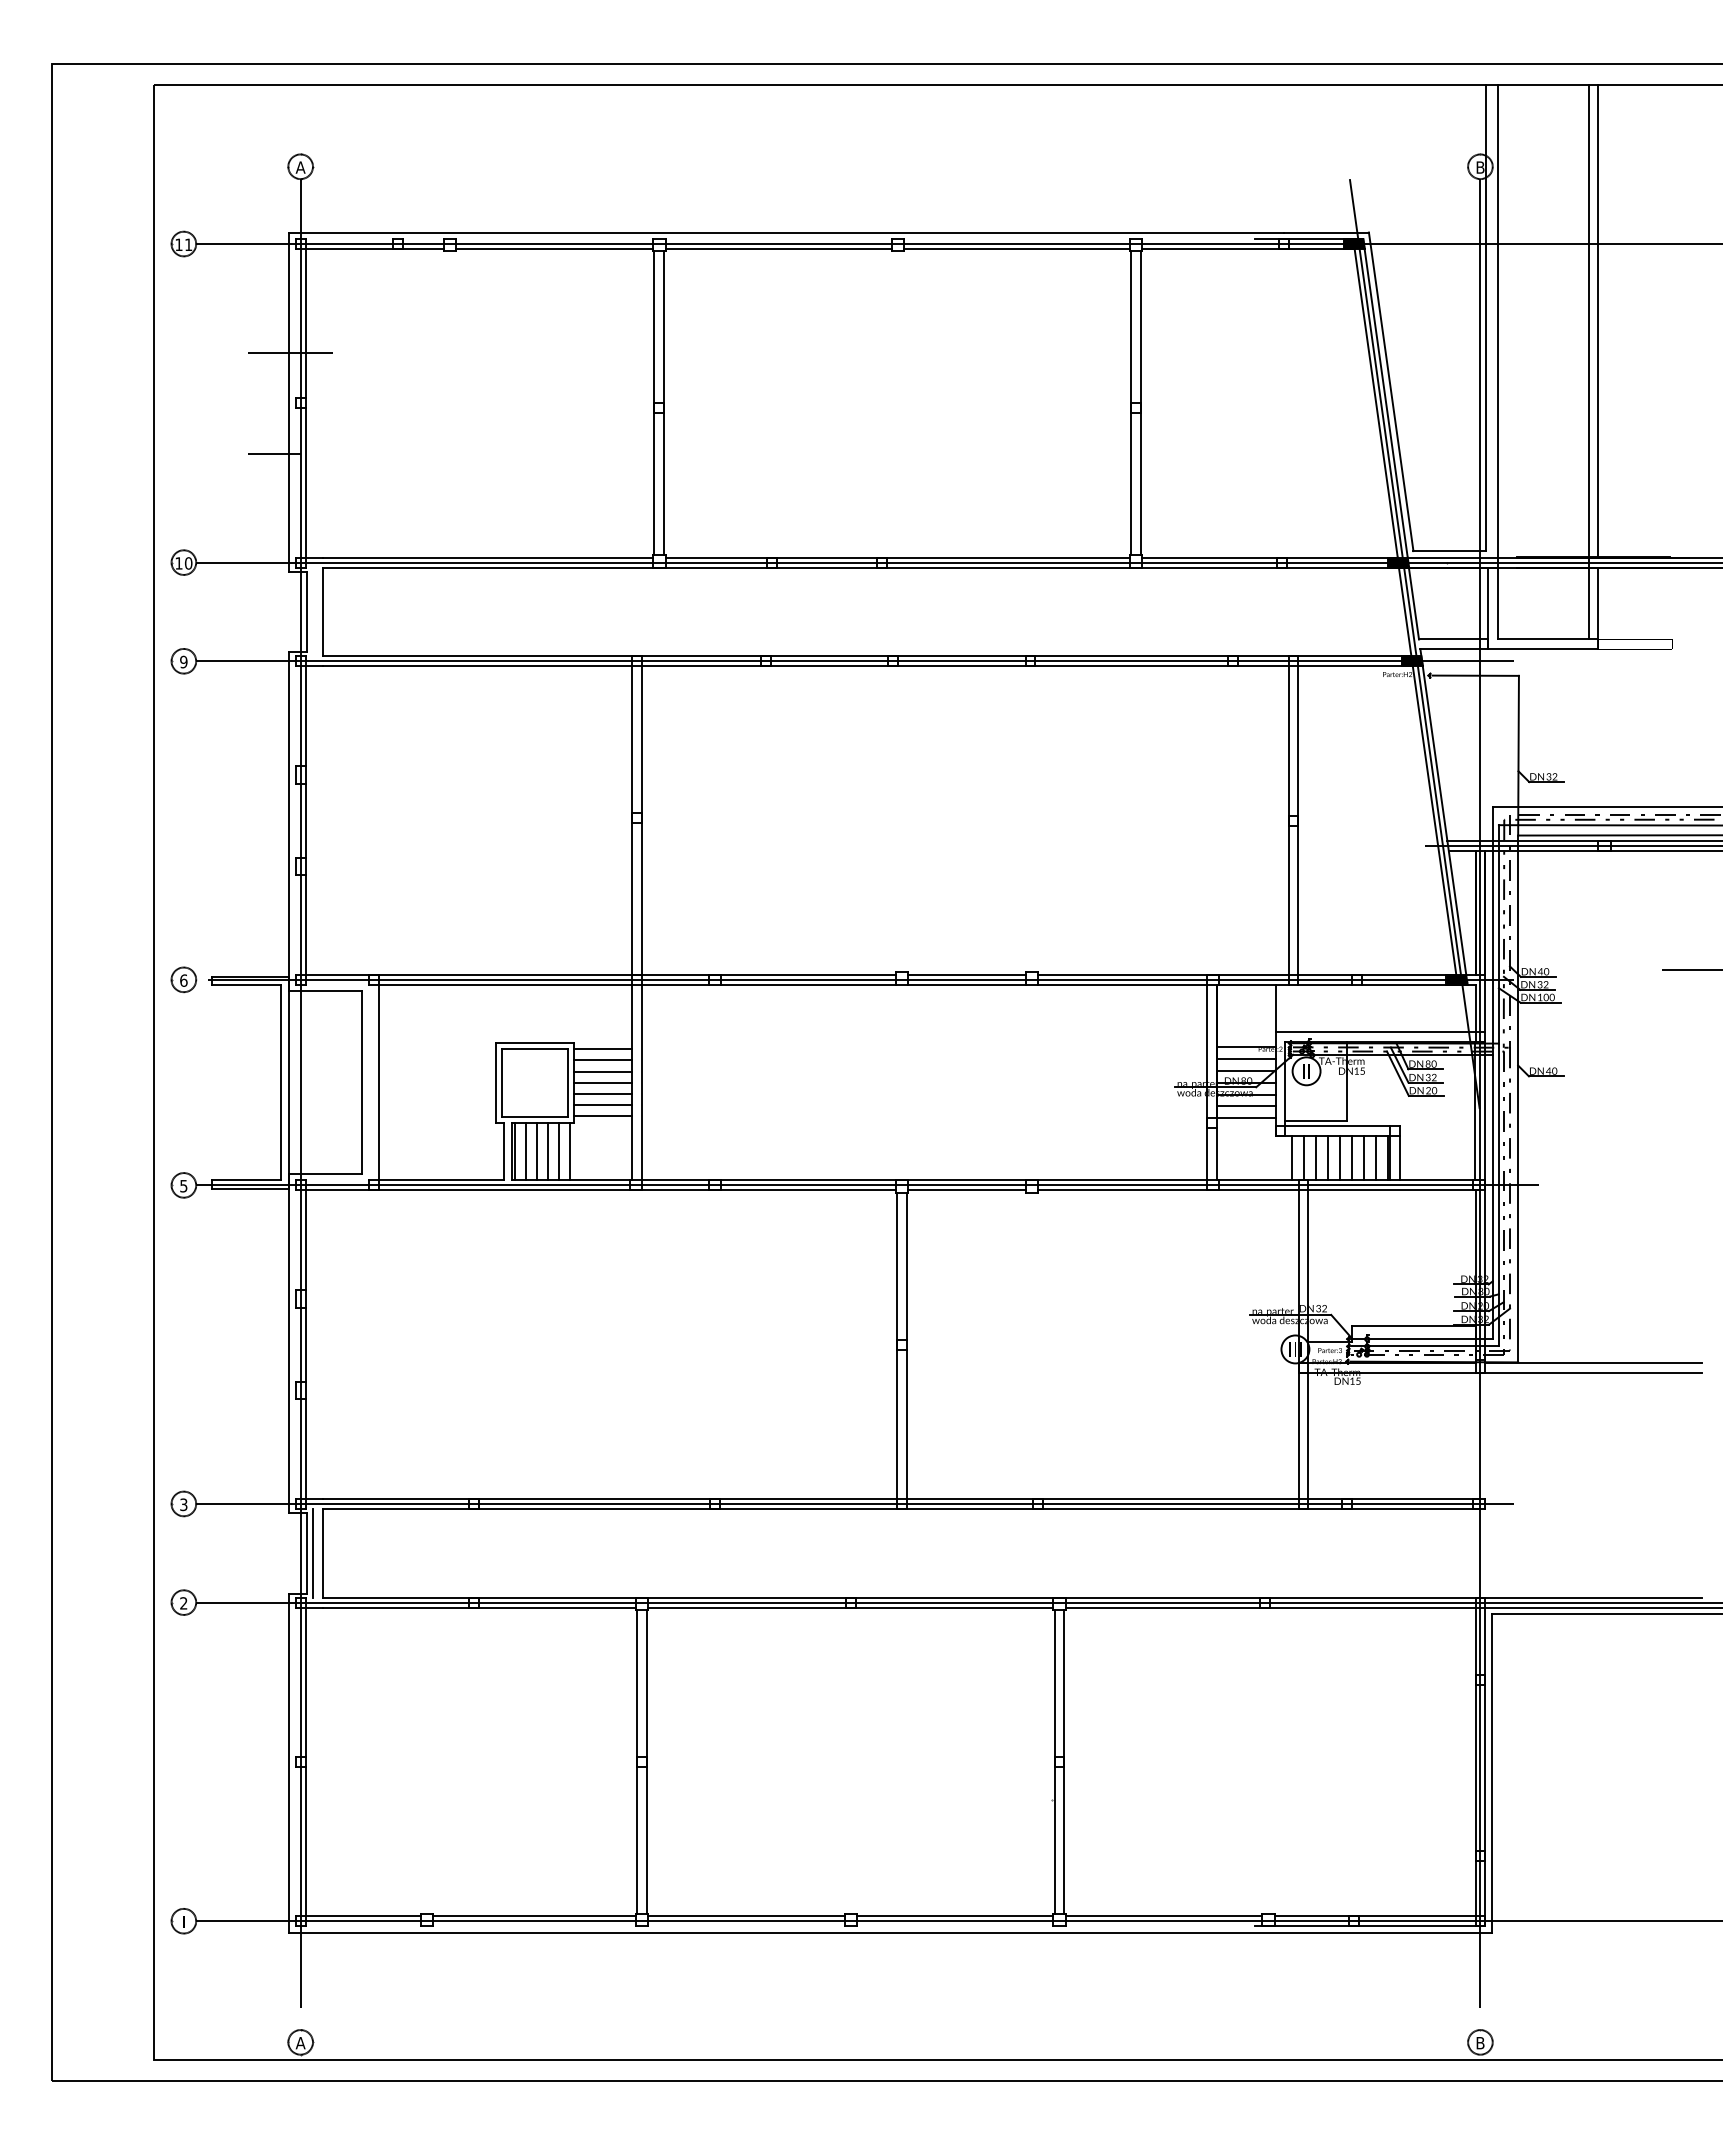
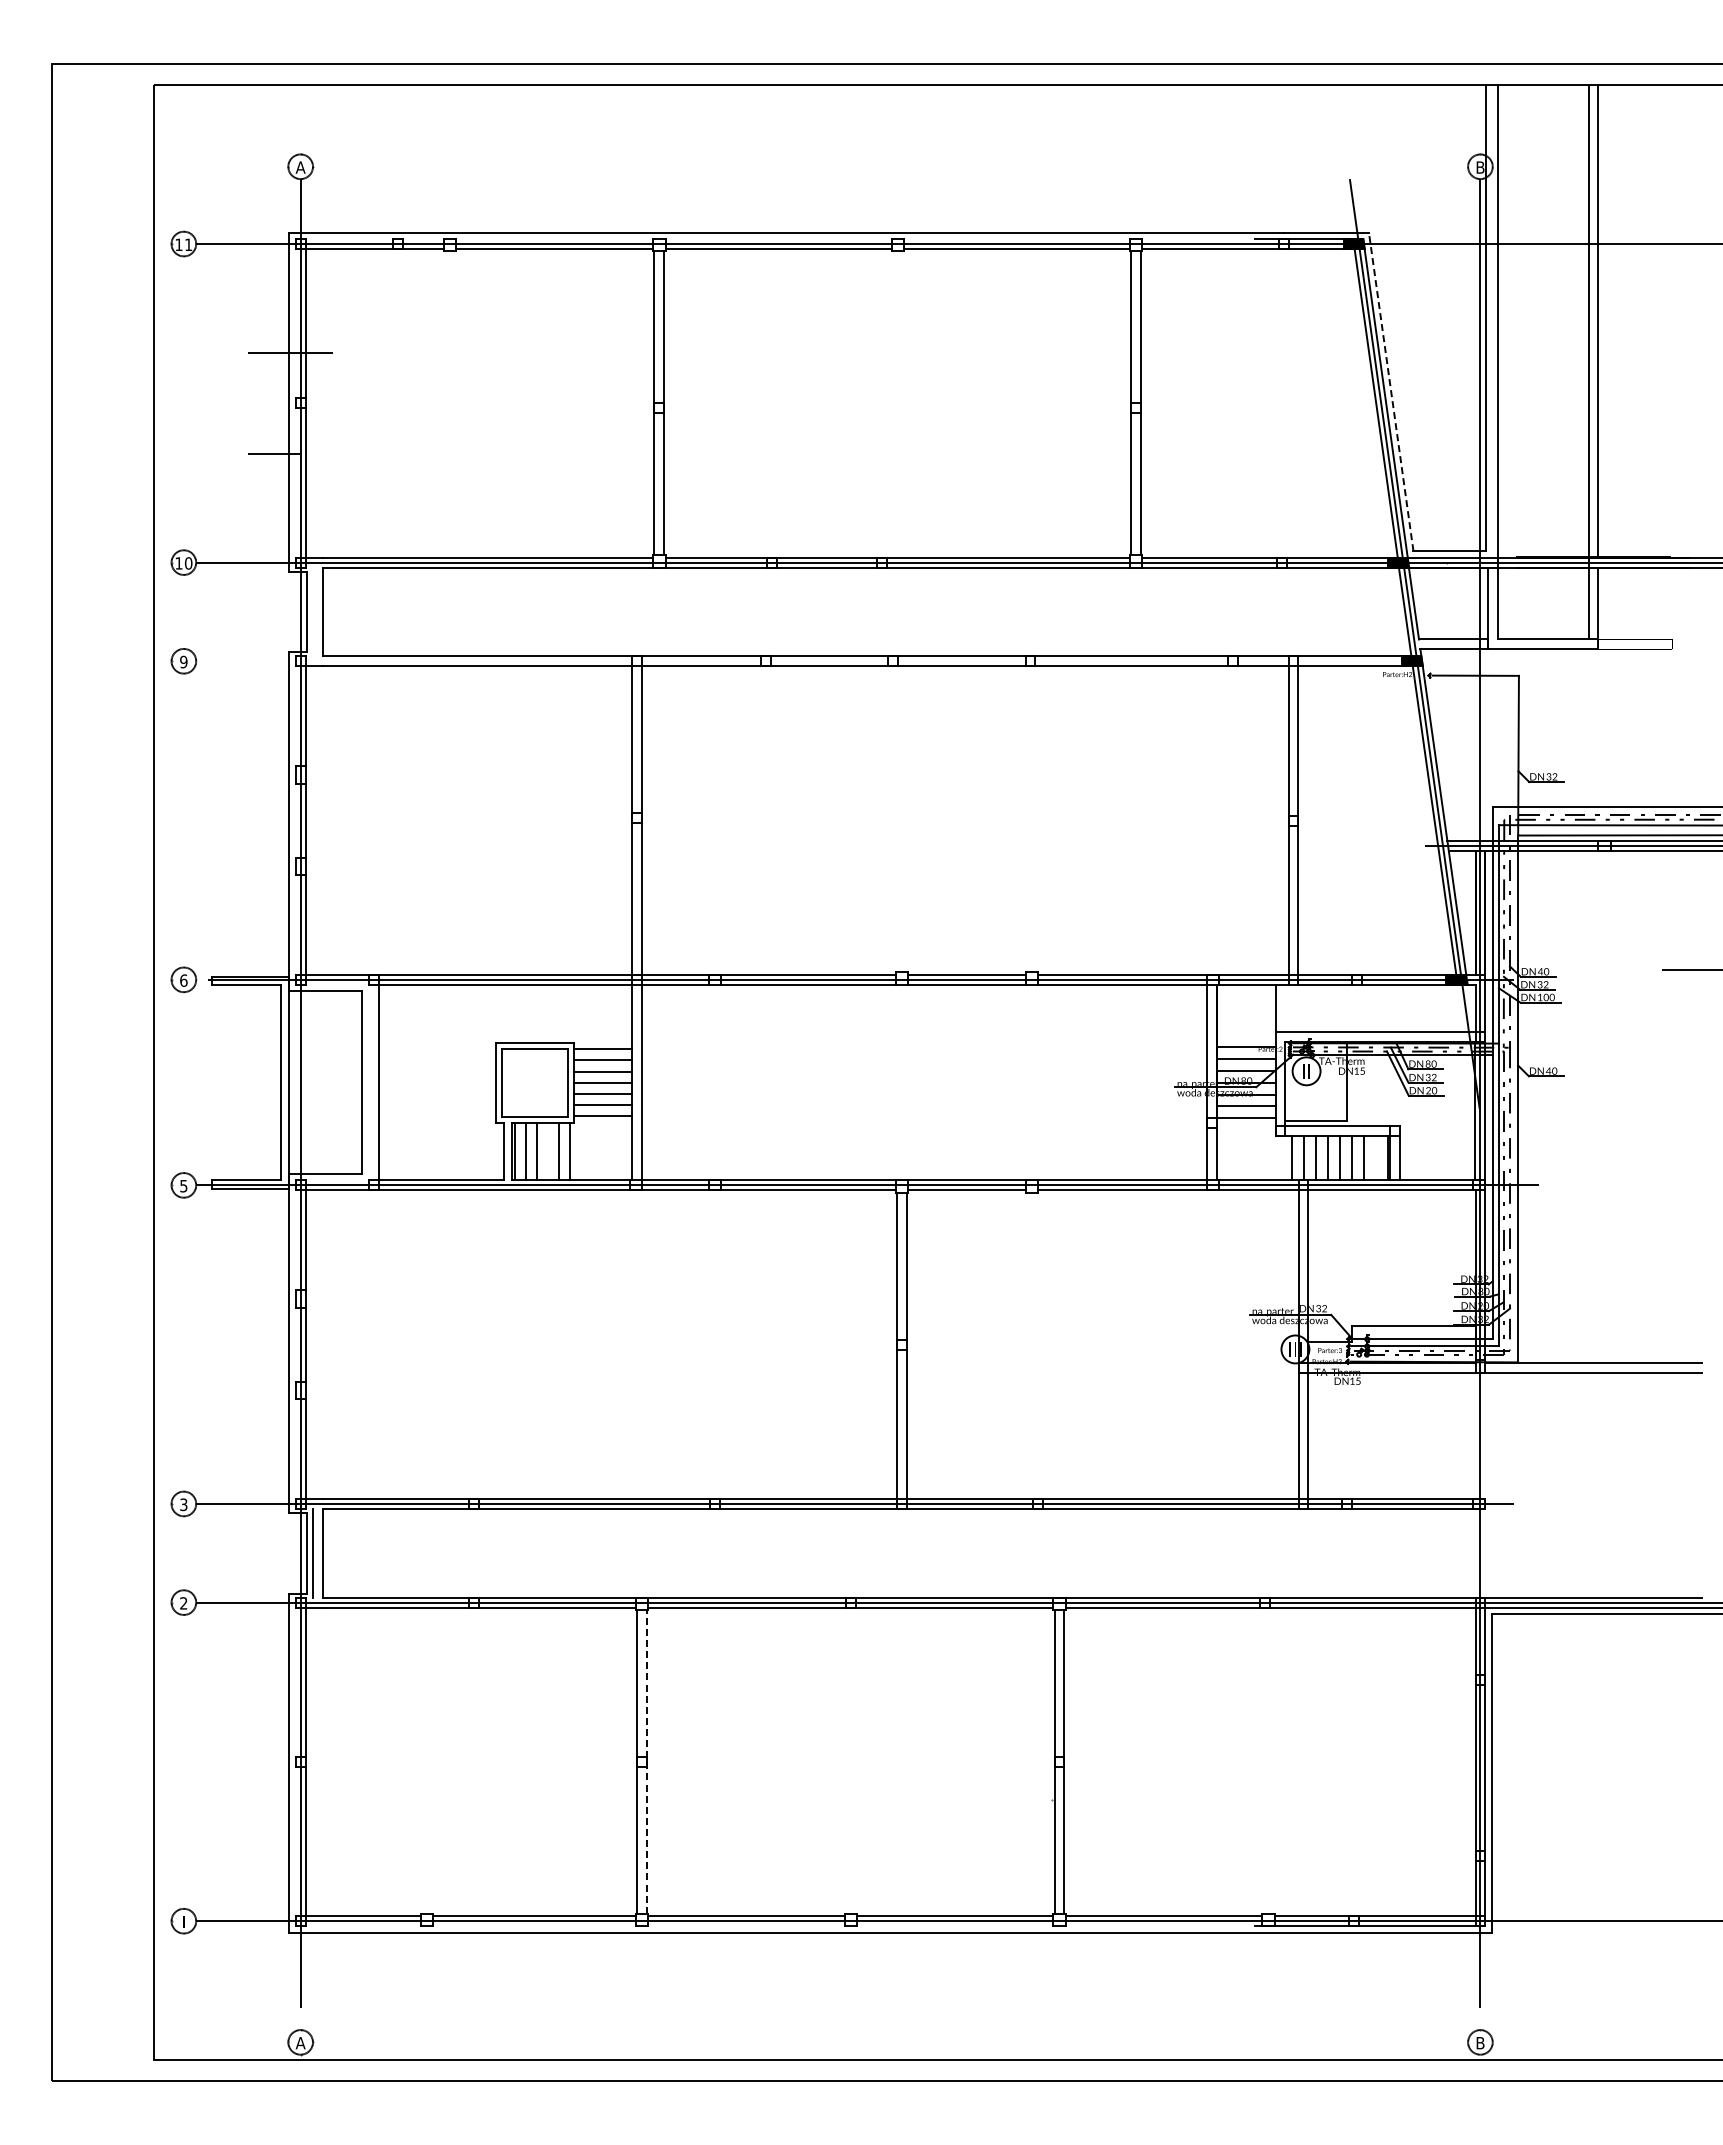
line at (1391, 391): solid -> dashed
line at (855, 661): present -> none
line at (548, 1151): present -> none
line at (1375, 1157): present -> none
line at (646, 1761): solid -> dashed
